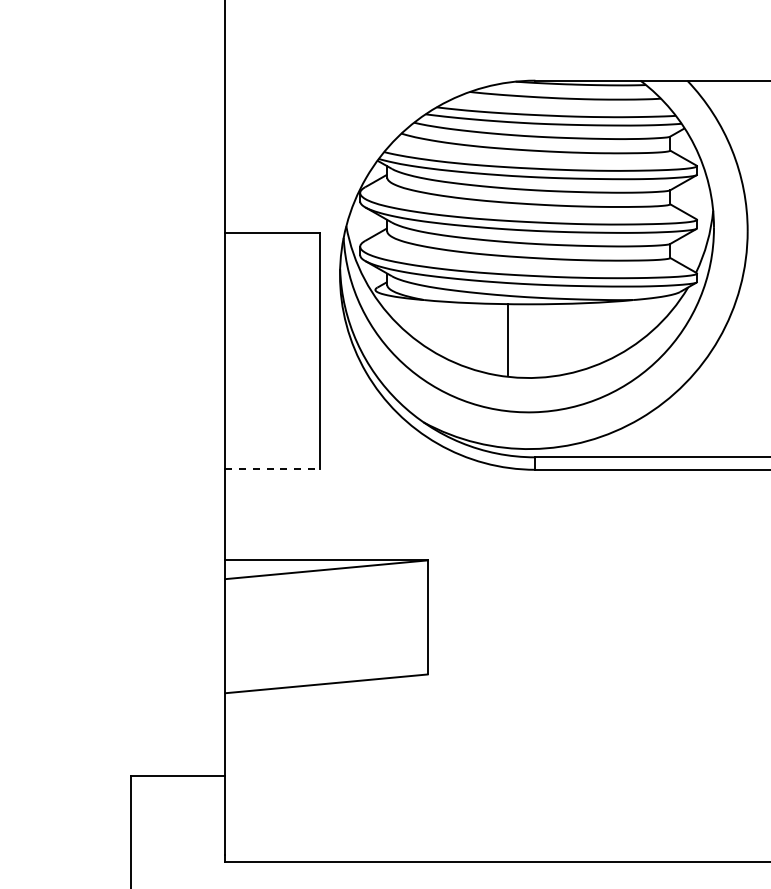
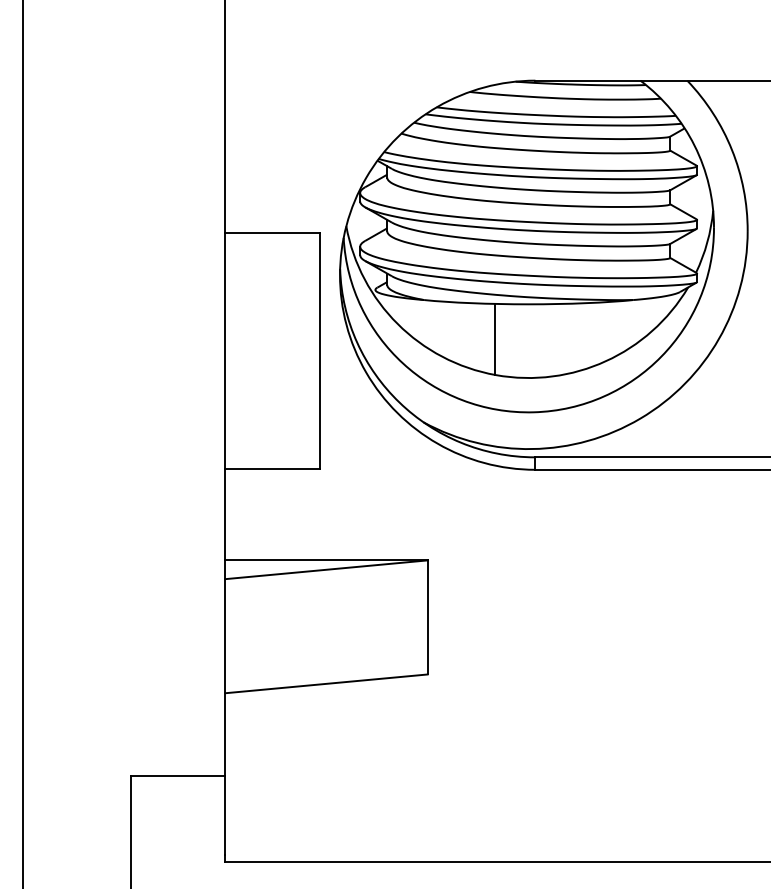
line at (508, 338) position: (508, 338) -> (495, 338)
line at (23, 443): none -> present
line at (273, 469): dashed -> solid
